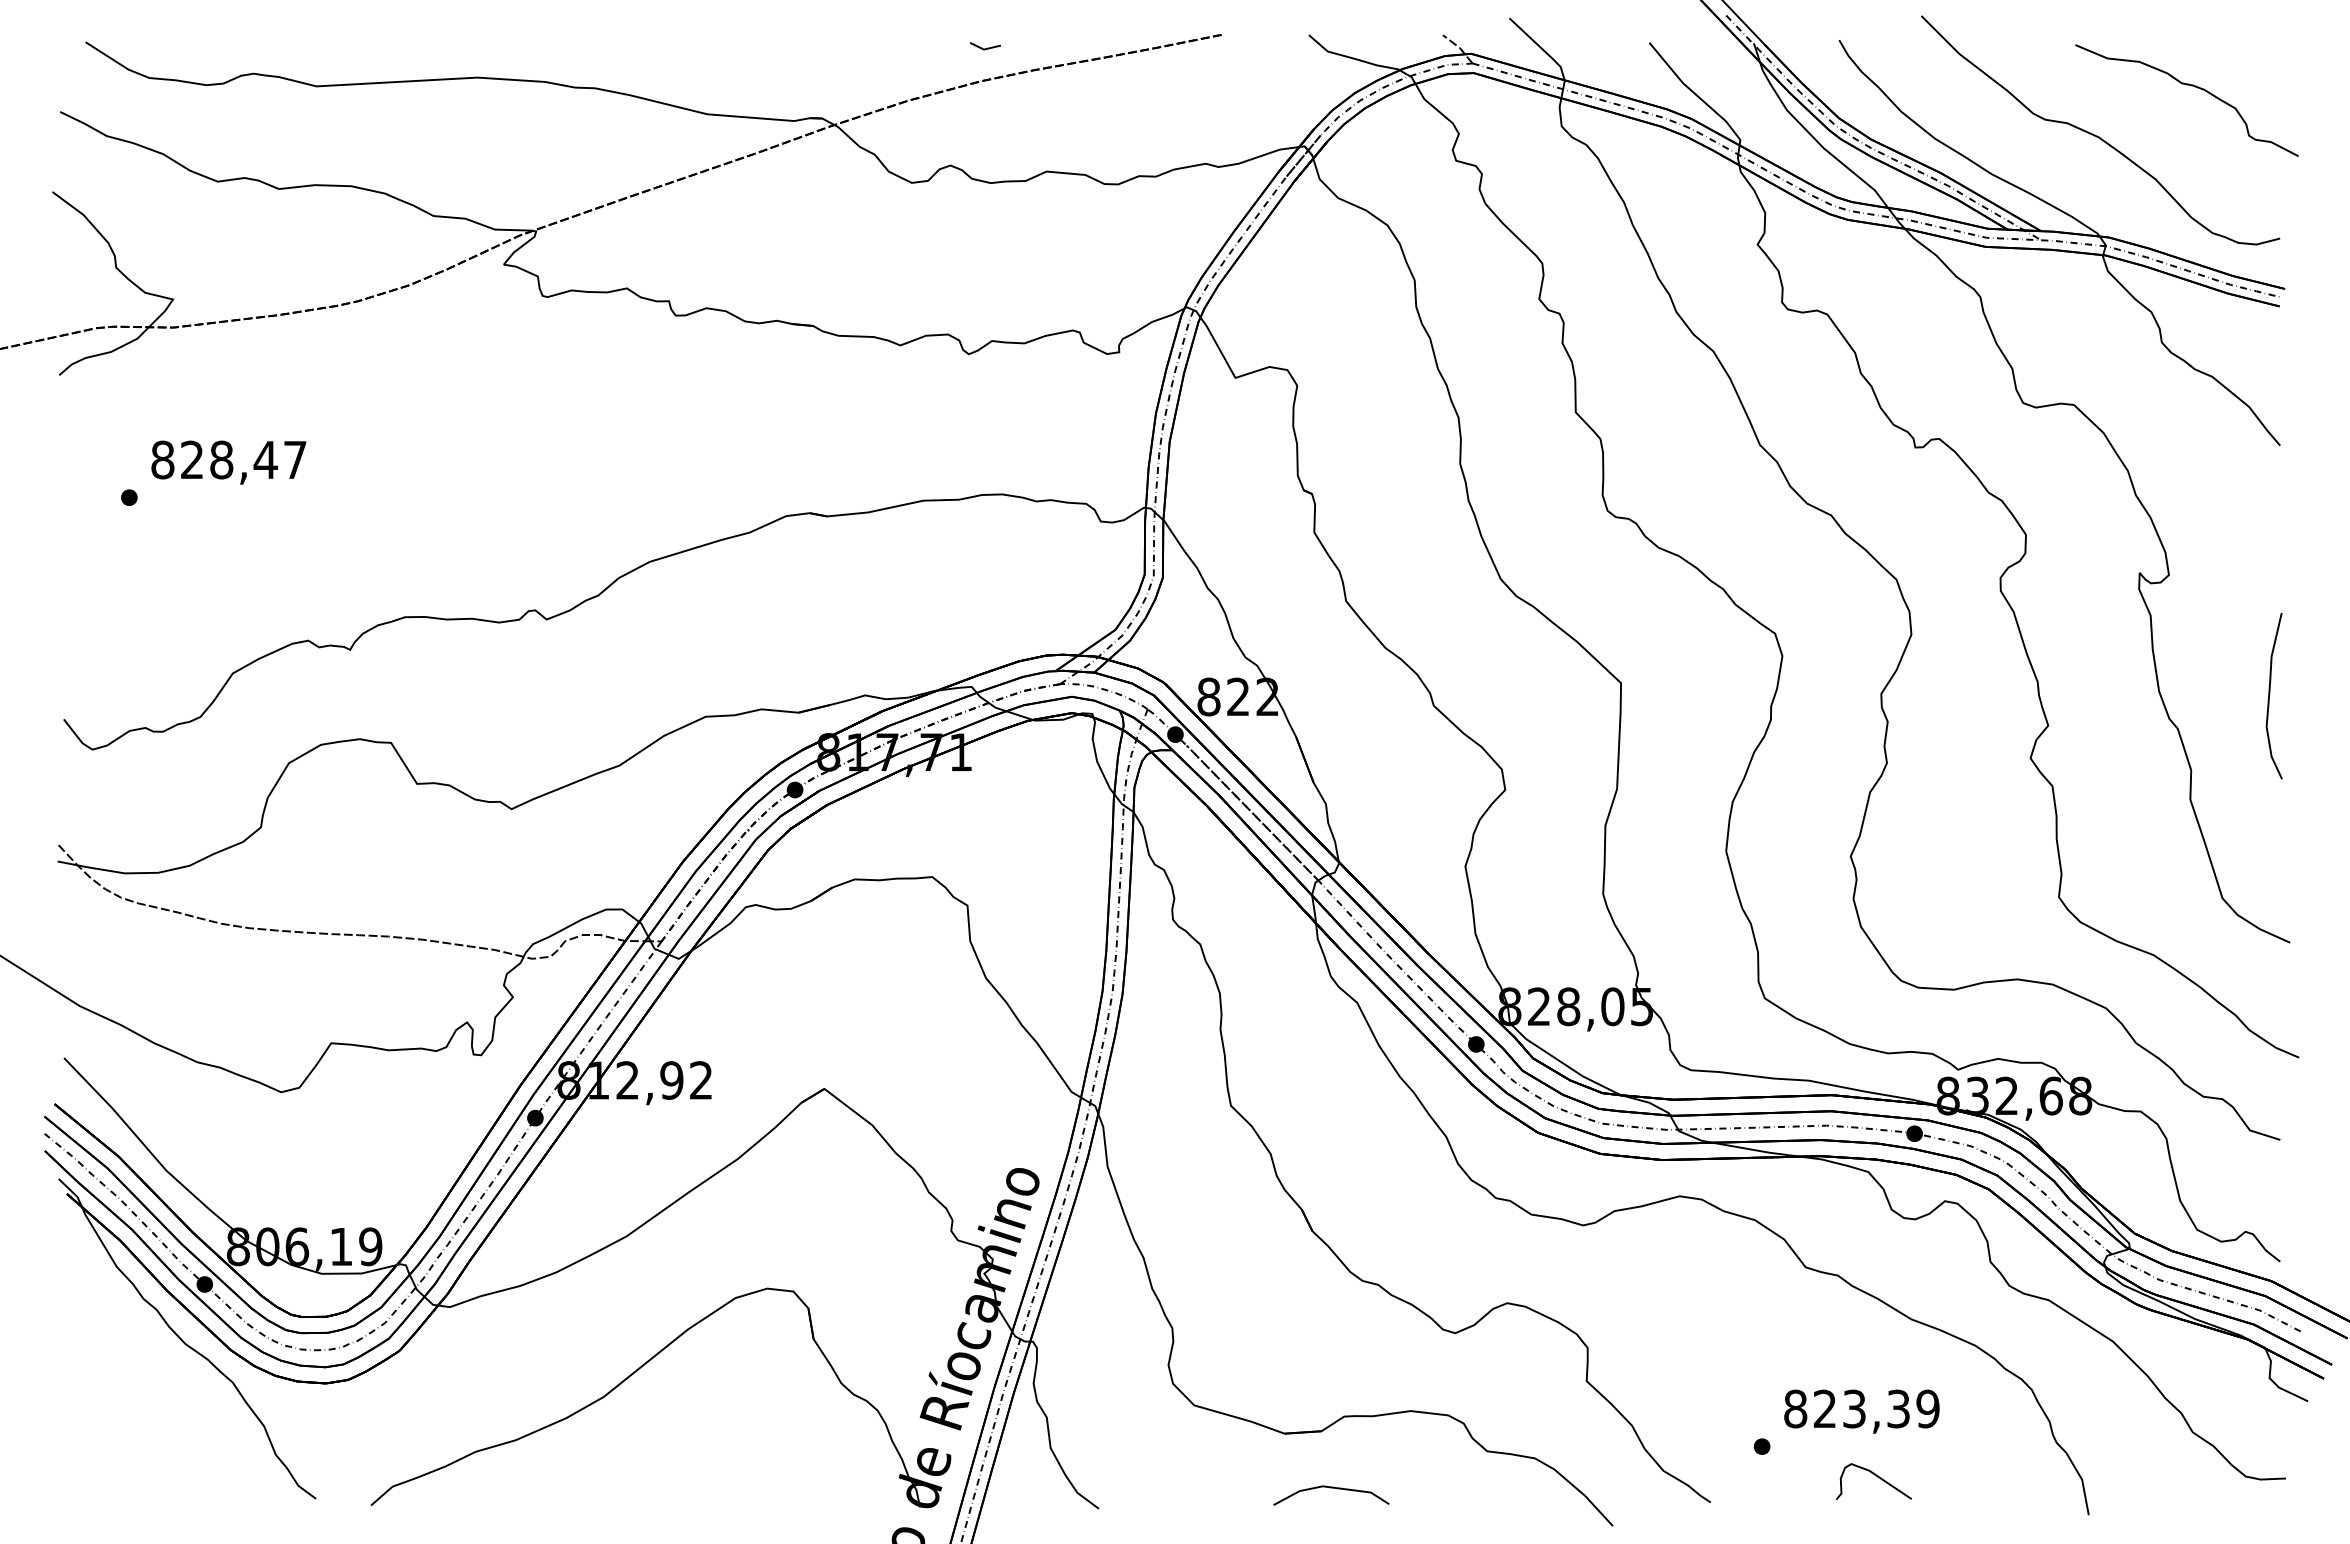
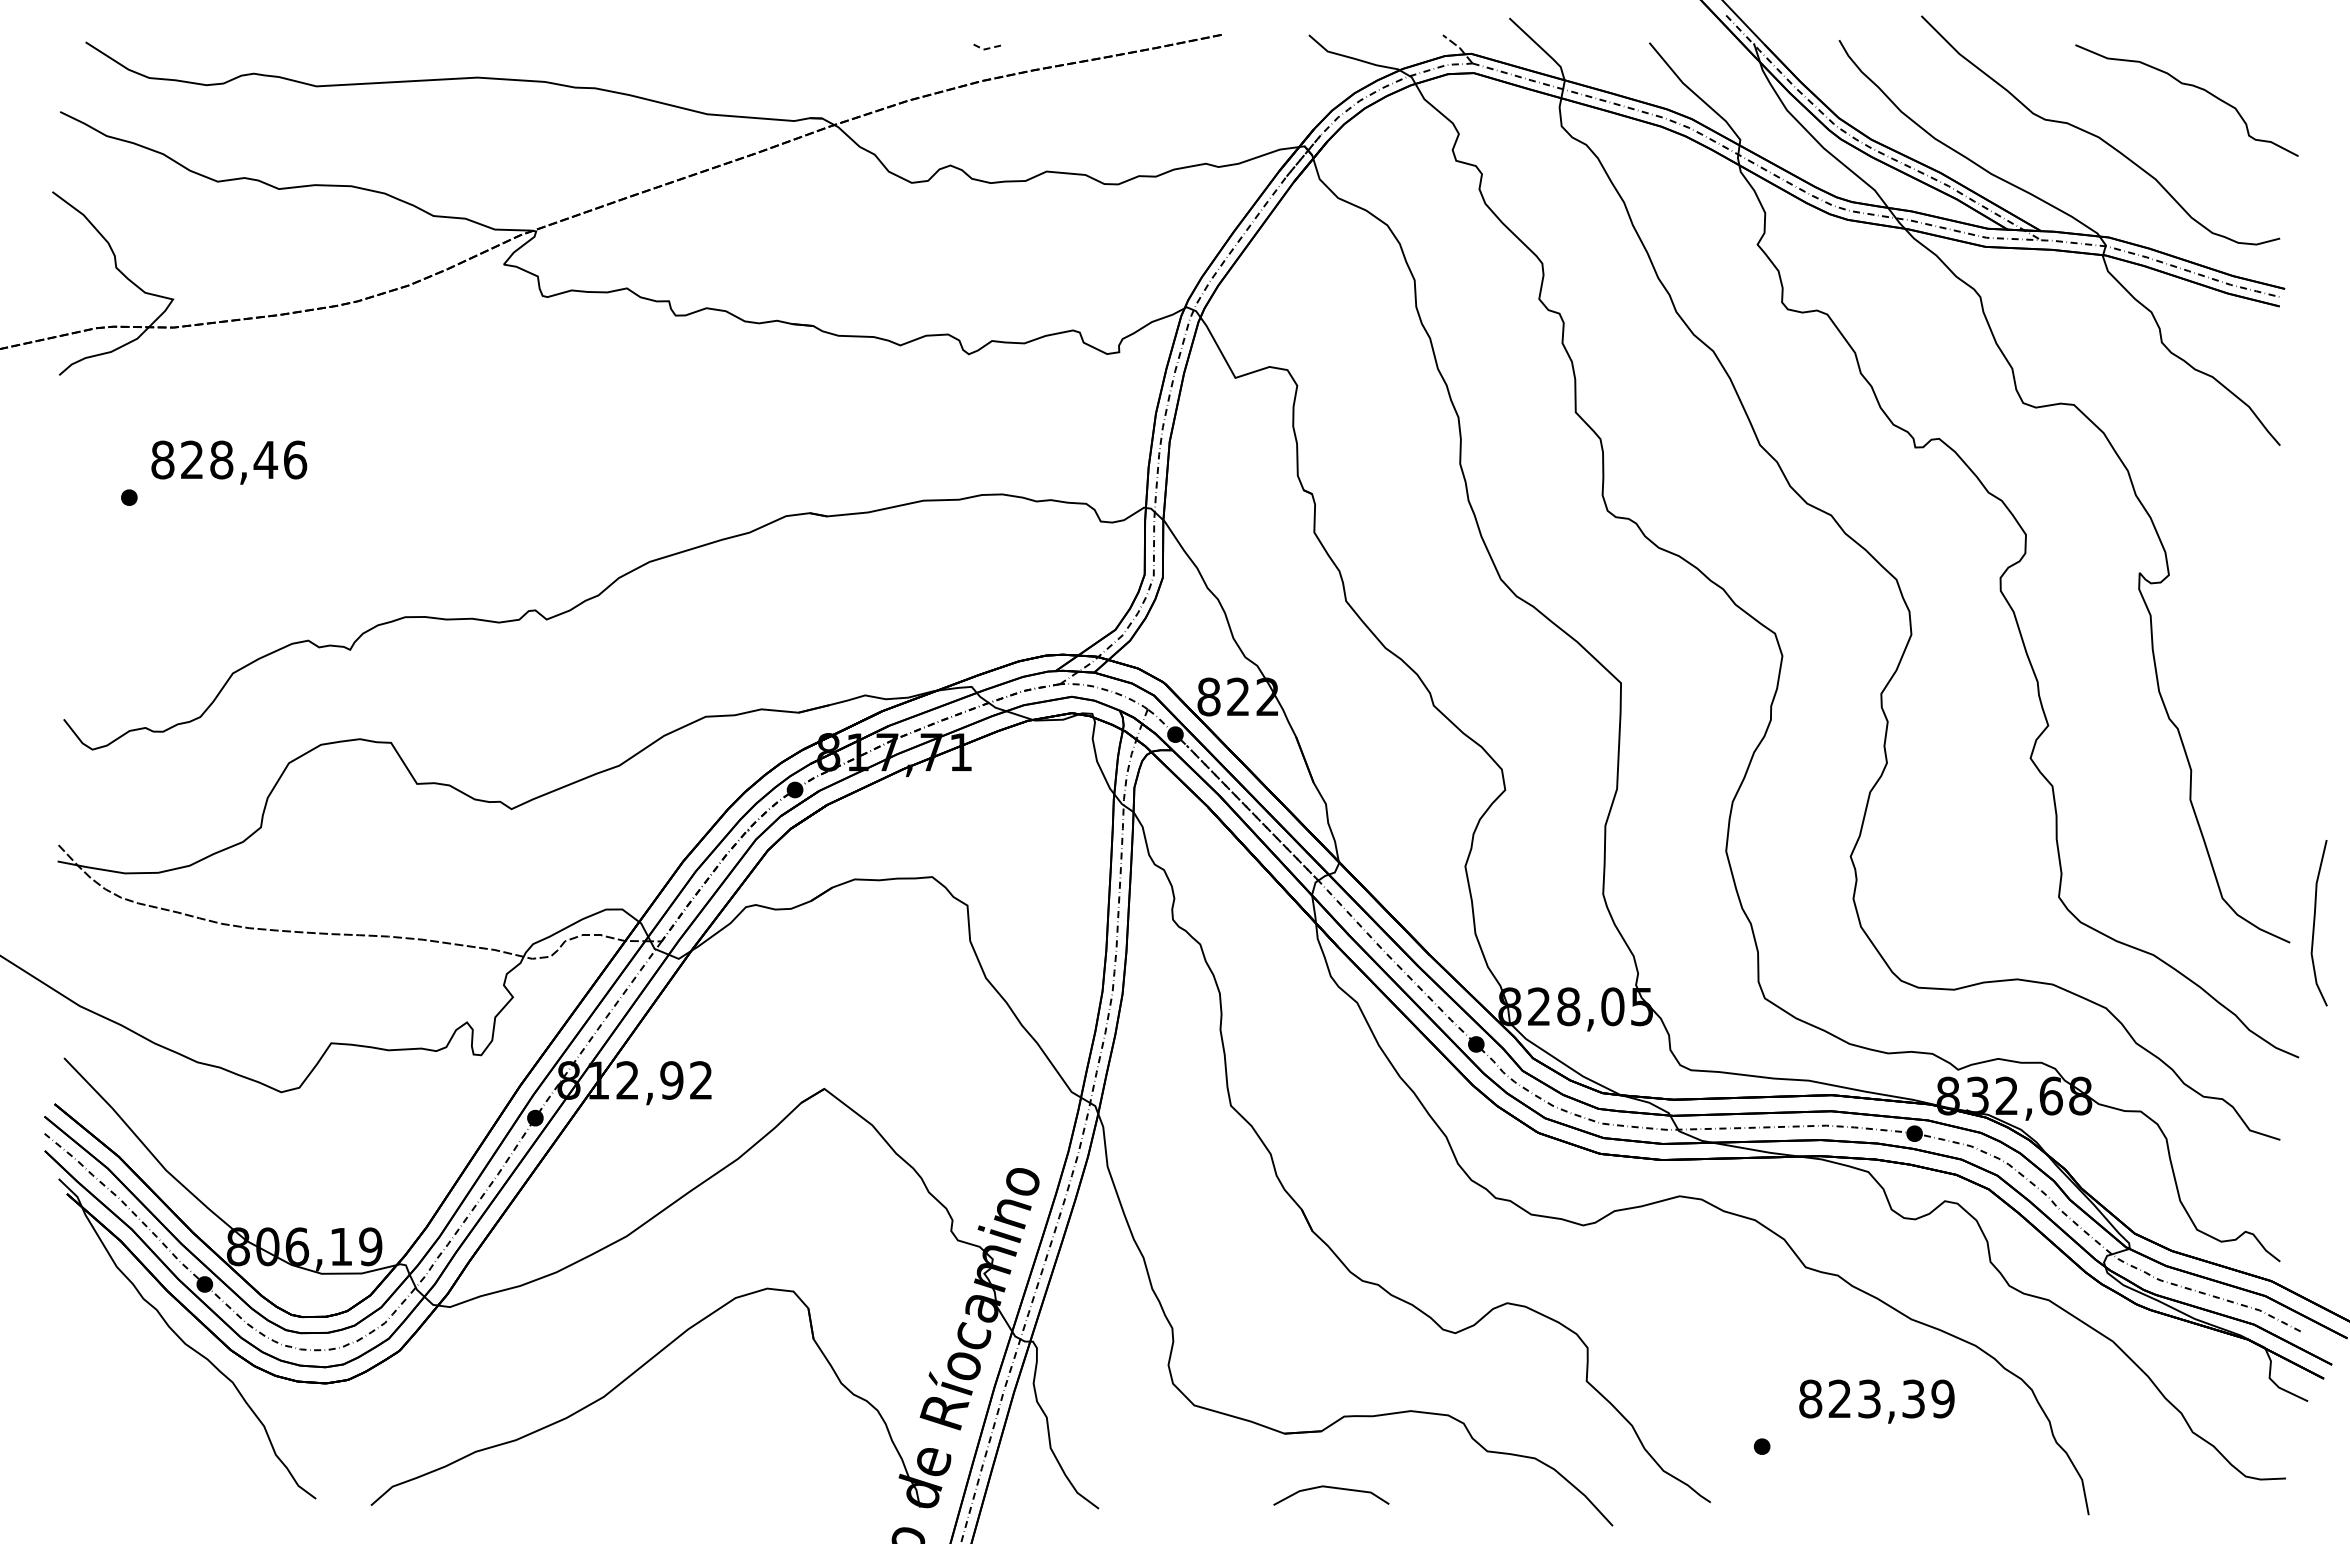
line at (983, 49): solid -> dashed
text at (295, 459): 828,47 -> 828,46
curve at (2270, 694) position: (2270, 694) -> (2315, 921)
text at (1861, 1411) position: (1861, 1411) -> (1876, 1401)
curve at (1877, 1477): present -> none
